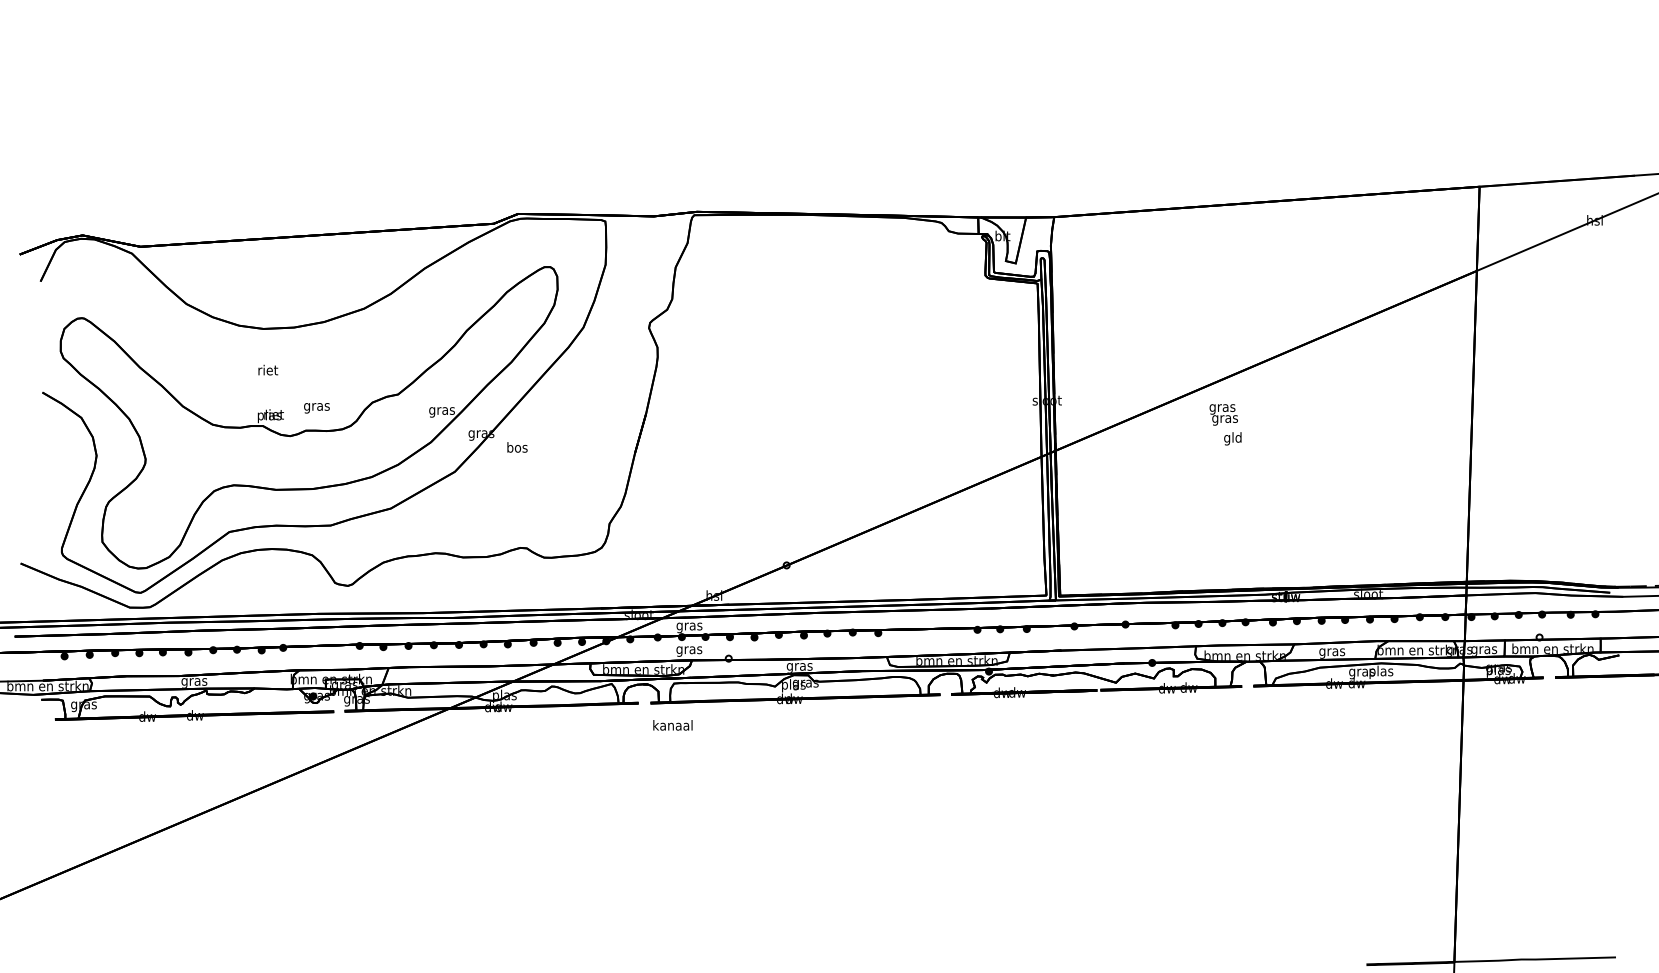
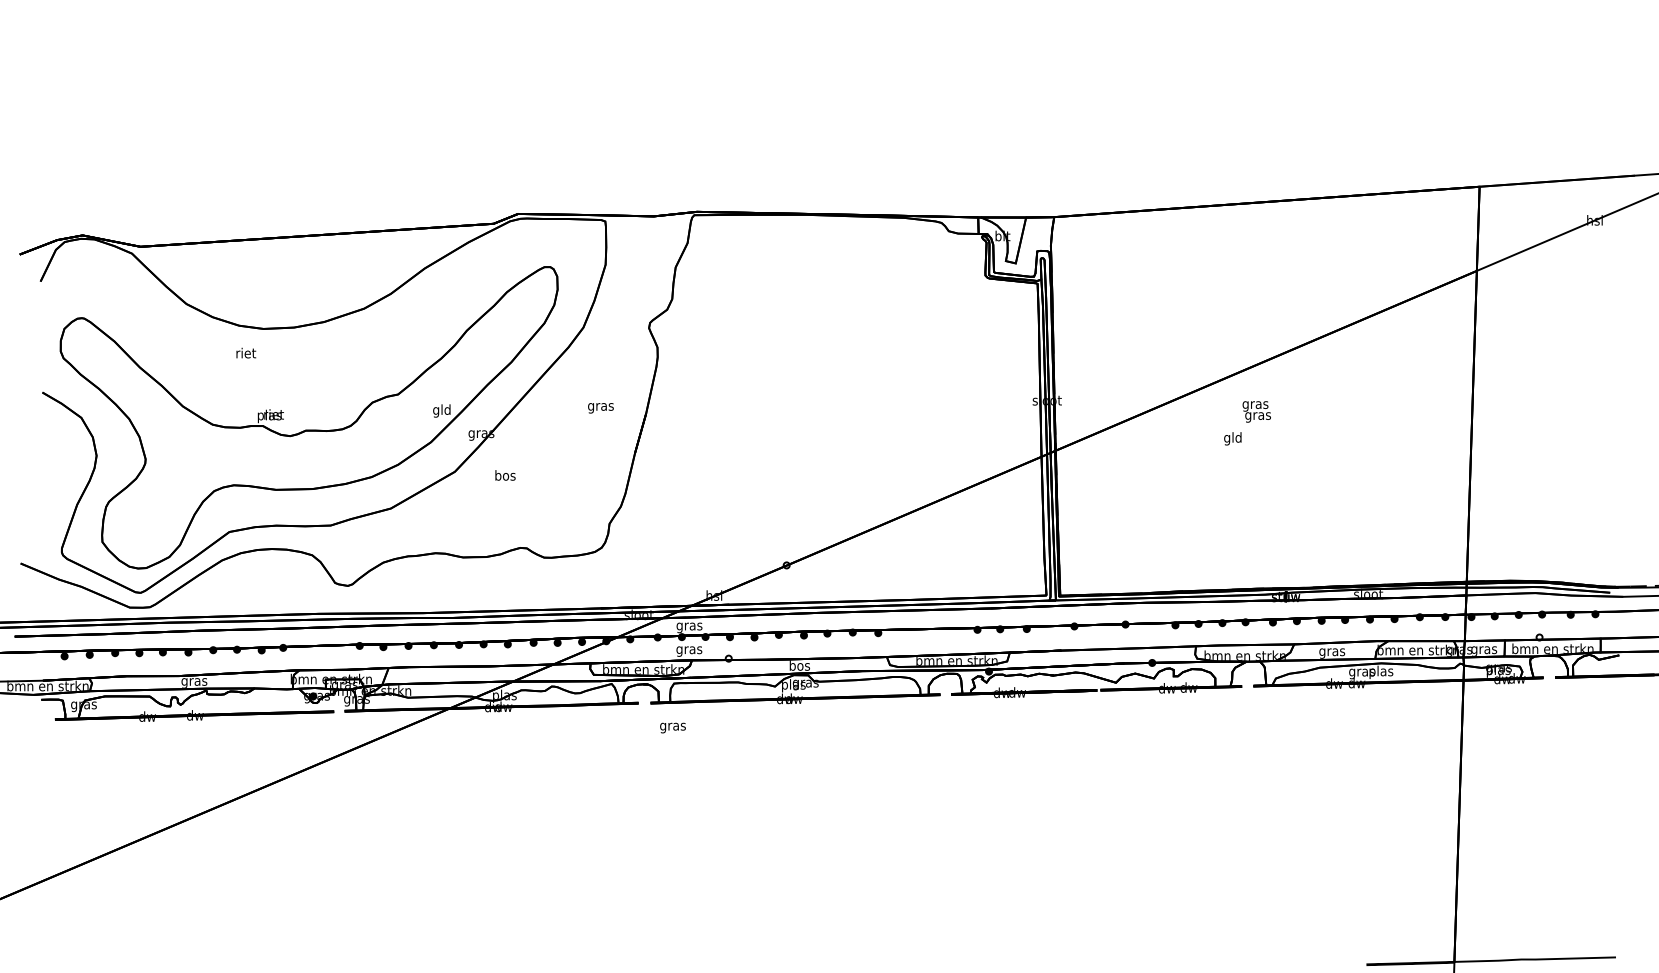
text at (268, 369) position: (268, 369) -> (246, 352)
text at (316, 408) position: (316, 408) -> (600, 408)
text at (441, 410): gras -> gld
text at (1223, 414) position: (1223, 414) -> (1256, 411)
text at (517, 447) position: (517, 447) -> (505, 475)
text at (799, 666): gras -> bos
text at (672, 726): kanaal -> gras
